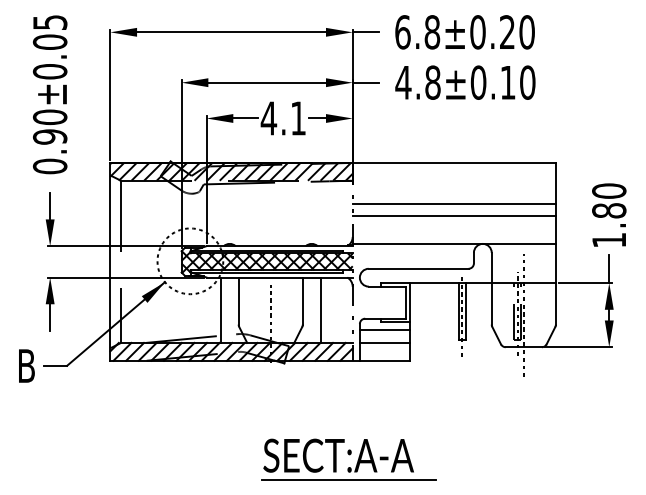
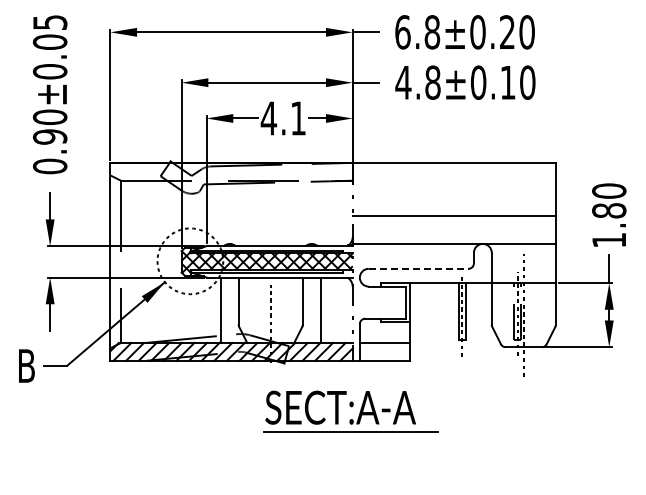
hatch at (231, 171): present -> none
line at (453, 204): present -> none
line at (418, 268): solid -> dashed
line at (384, 330): present -> none
part at (348, 459) position: (348, 459) -> (350, 411)
